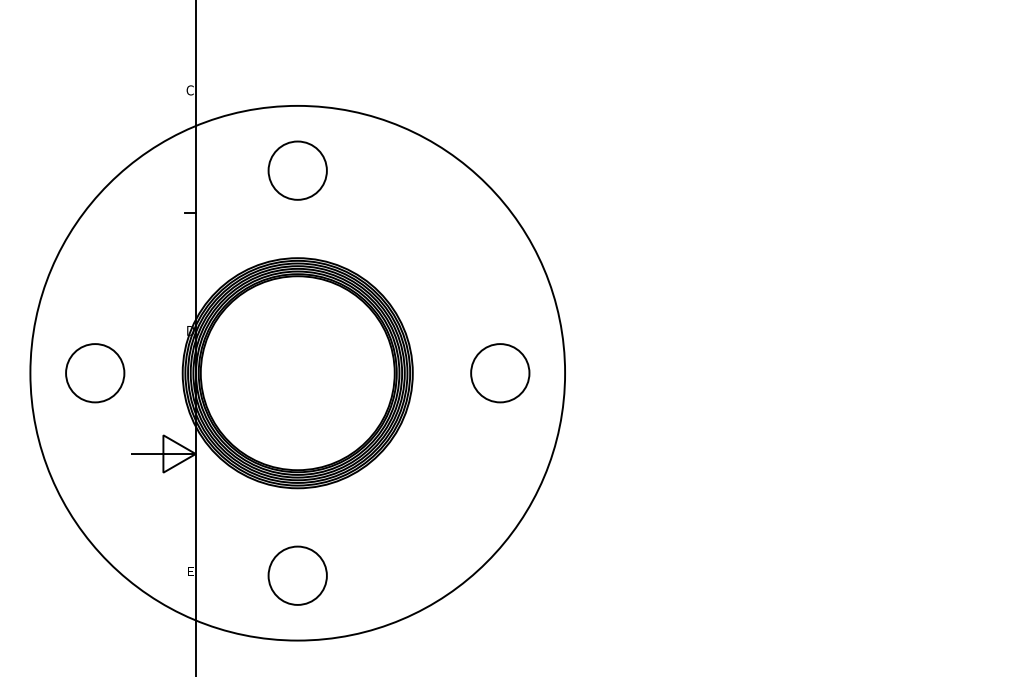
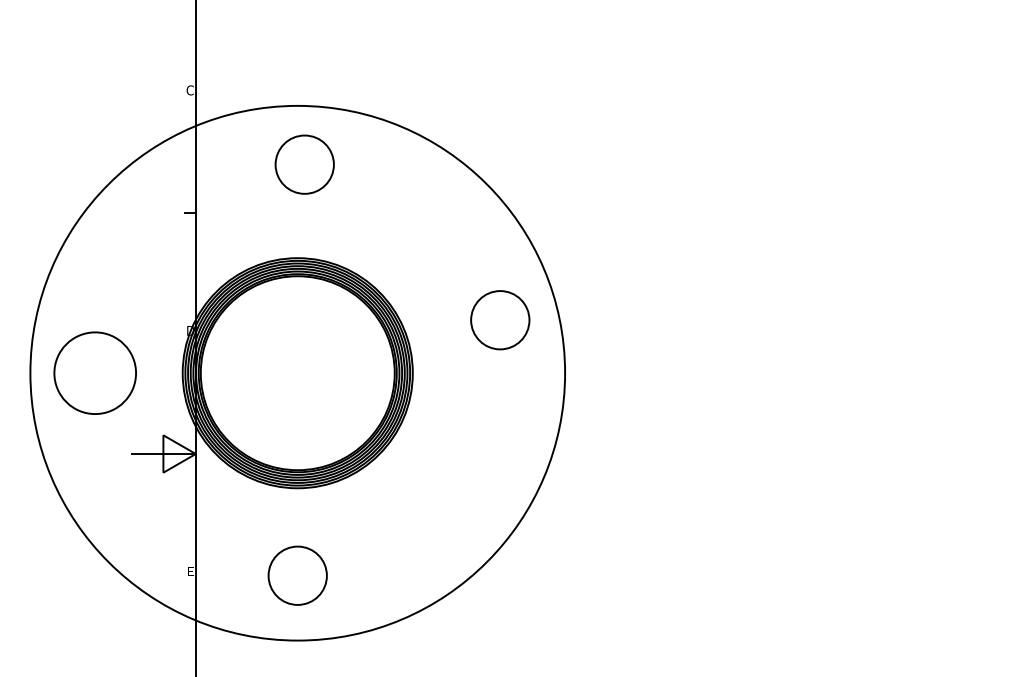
circle at (297, 170) position: (297, 170) -> (304, 164)
circle at (95, 373) diameter: 58 px -> 82 px
circle at (500, 373) position: (500, 373) -> (500, 320)
